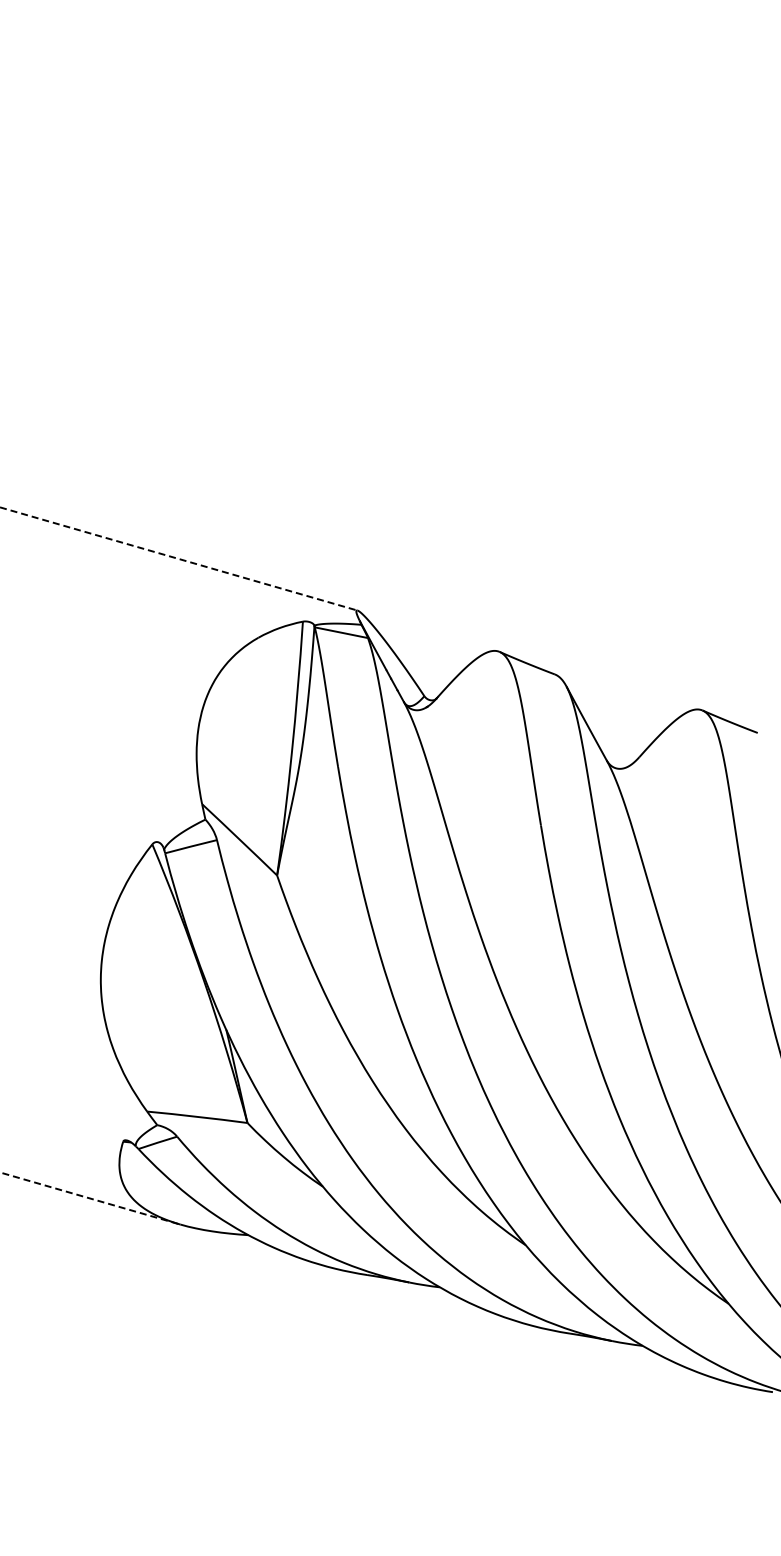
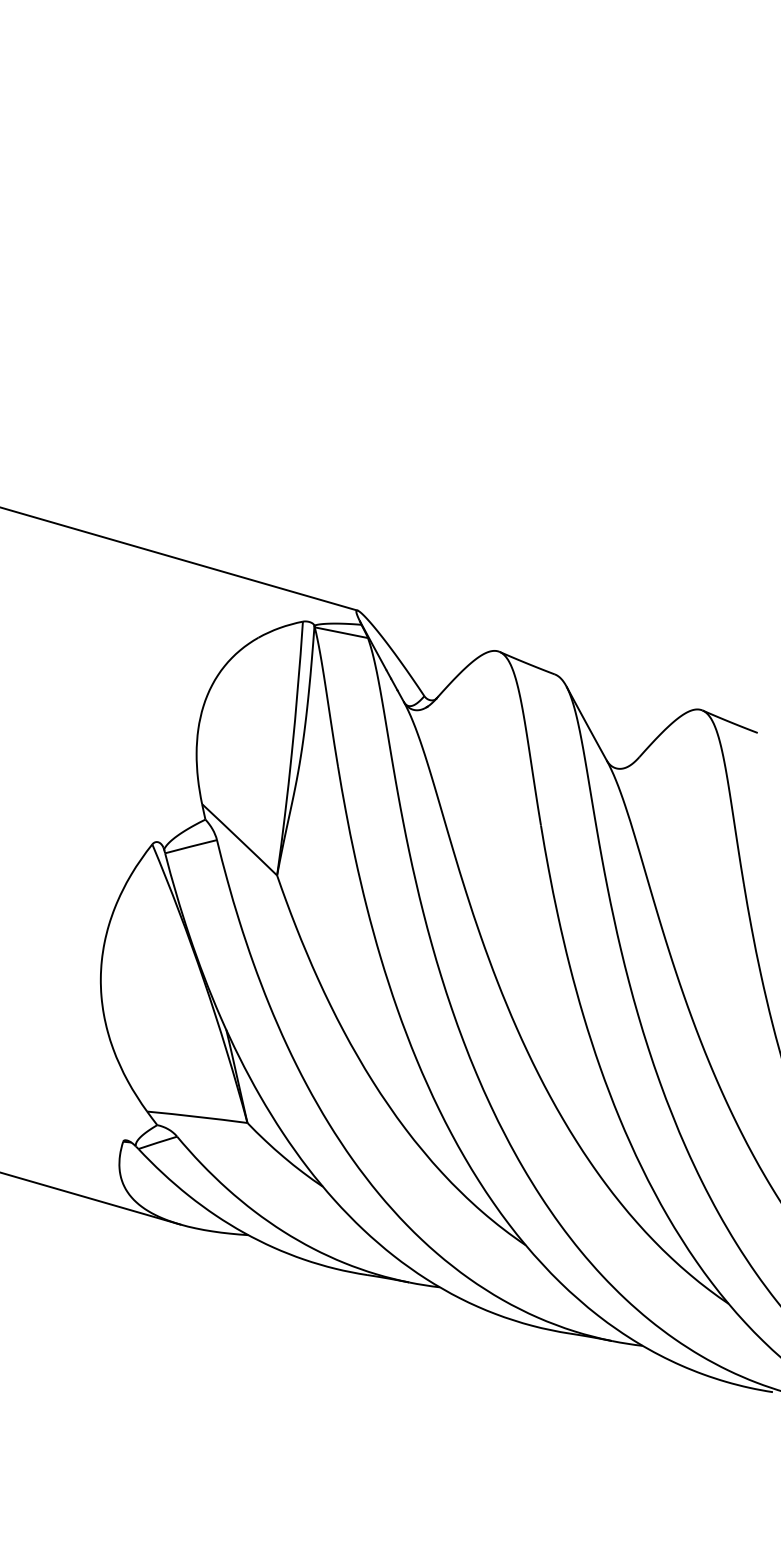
line at (178, 559): dashed -> solid
line at (91, 1198): dashed -> solid
